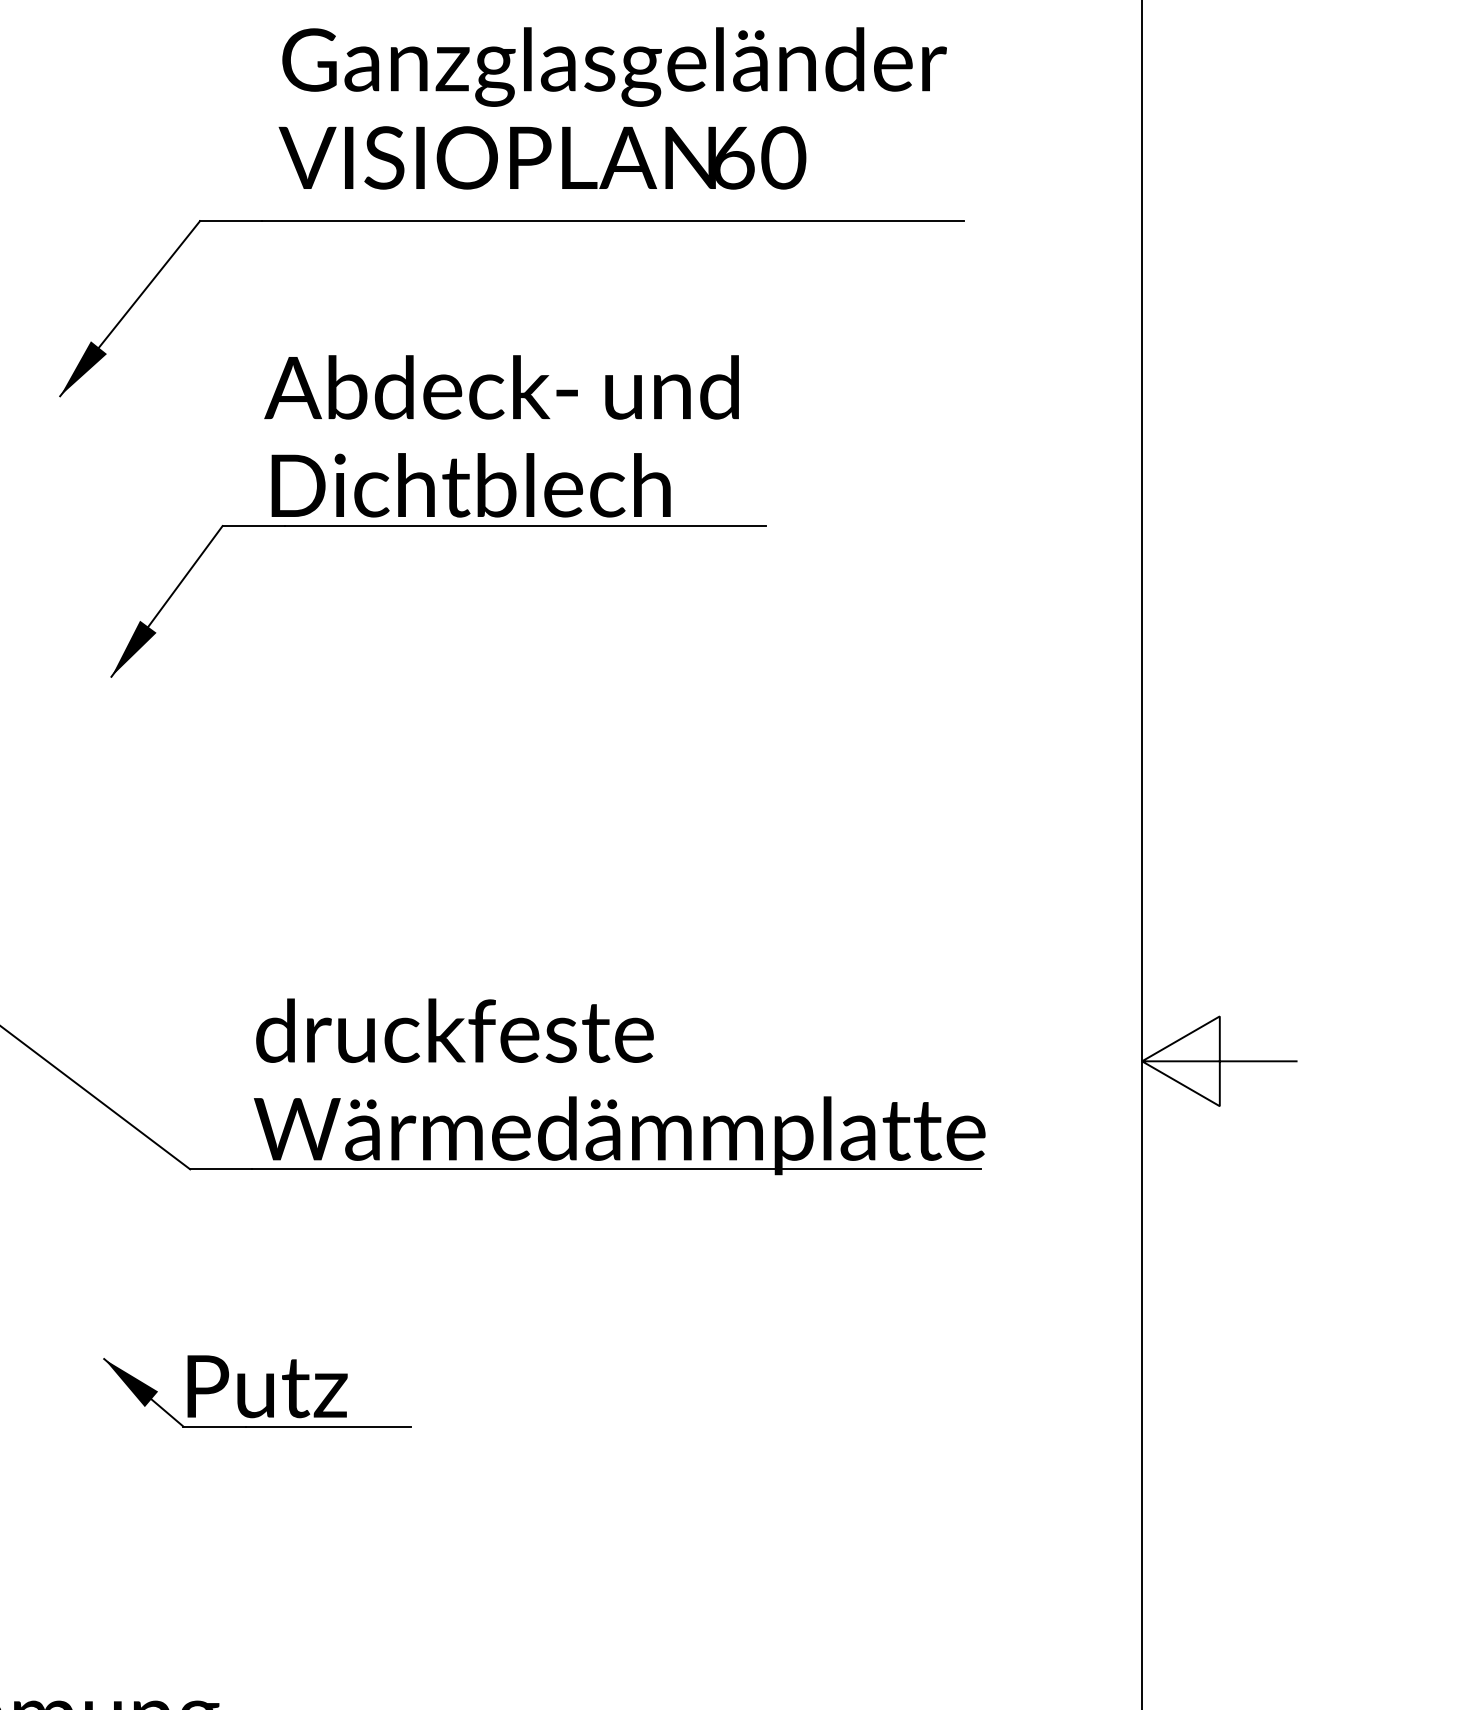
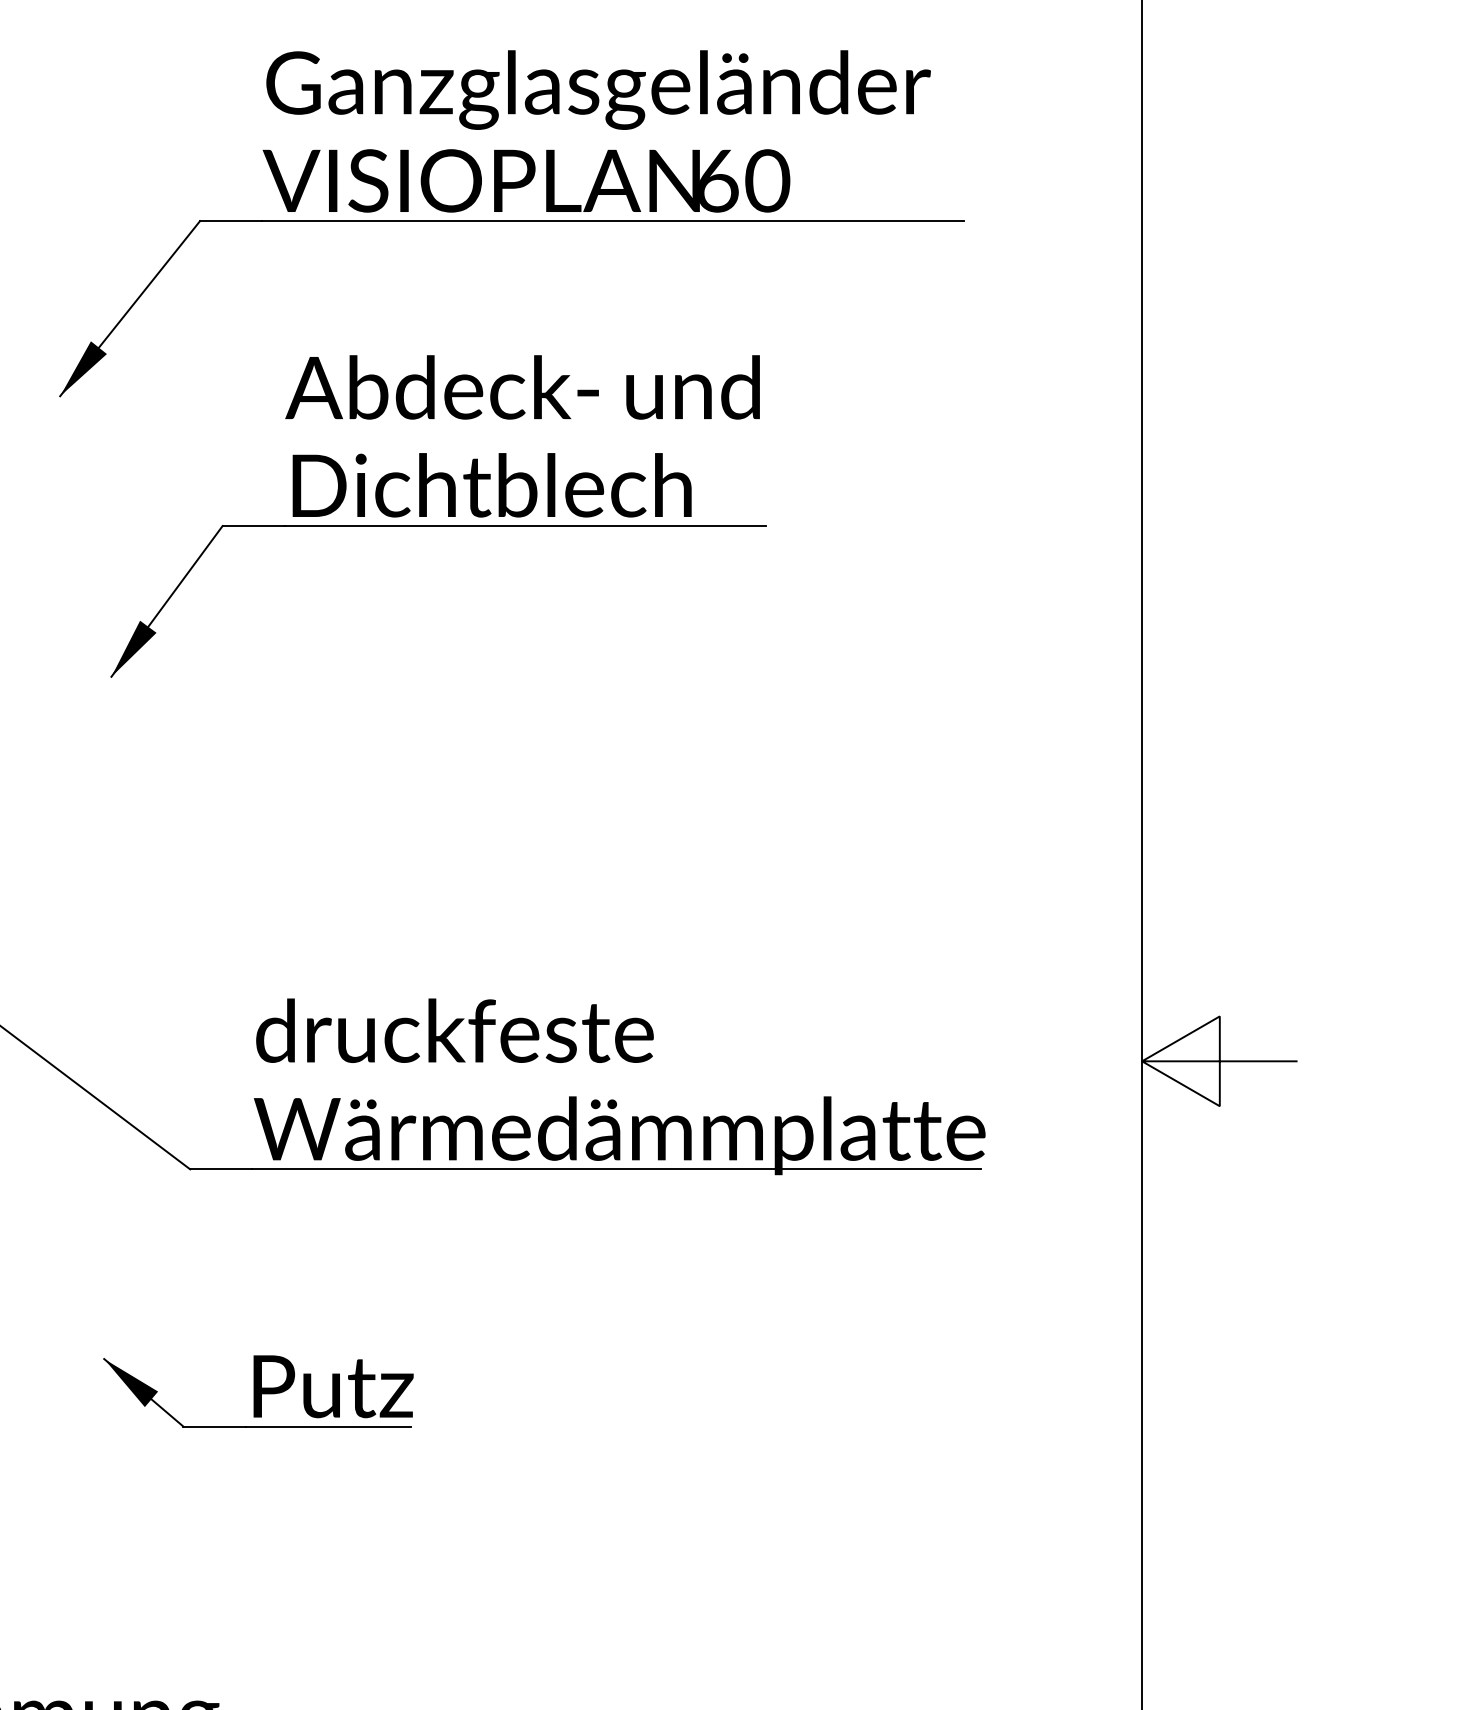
text at (612, 108) position: (612, 108) -> (596, 131)
text at (501, 436) position: (501, 436) -> (522, 436)
text at (267, 1386) position: (267, 1386) -> (333, 1386)
